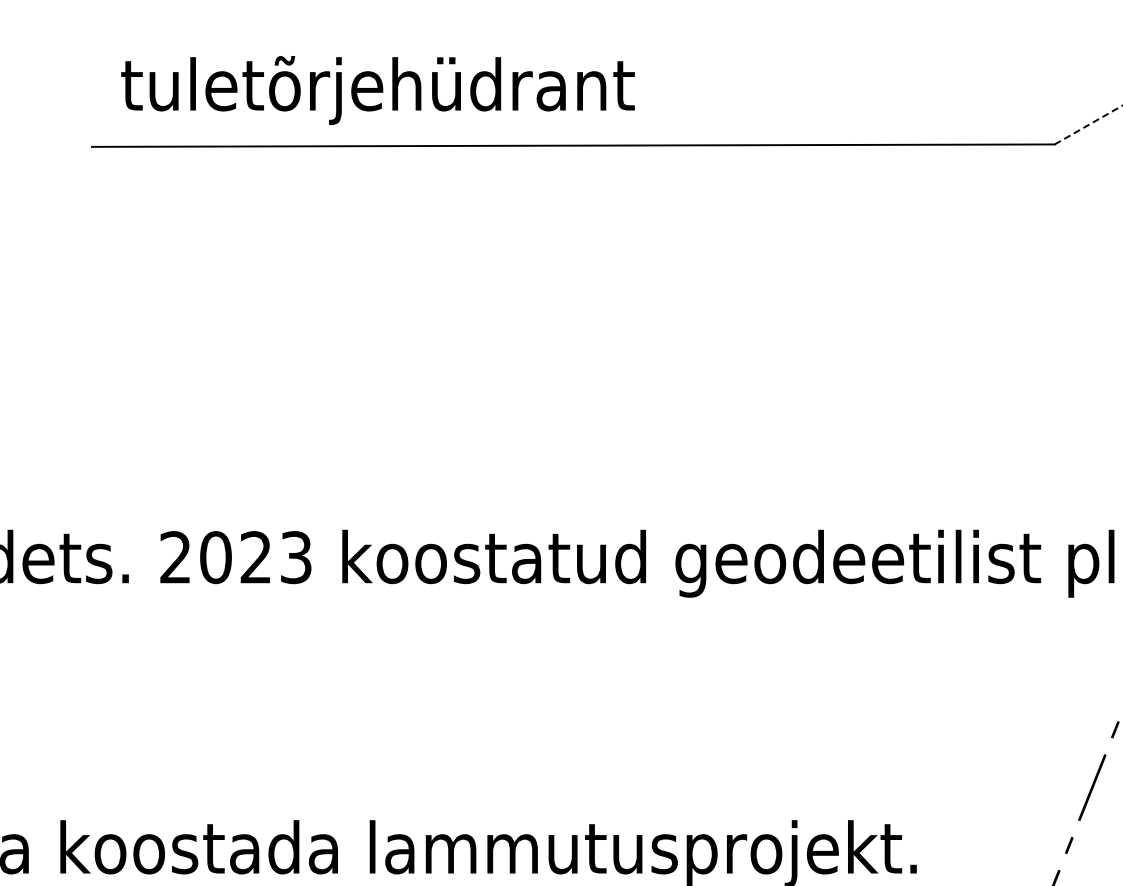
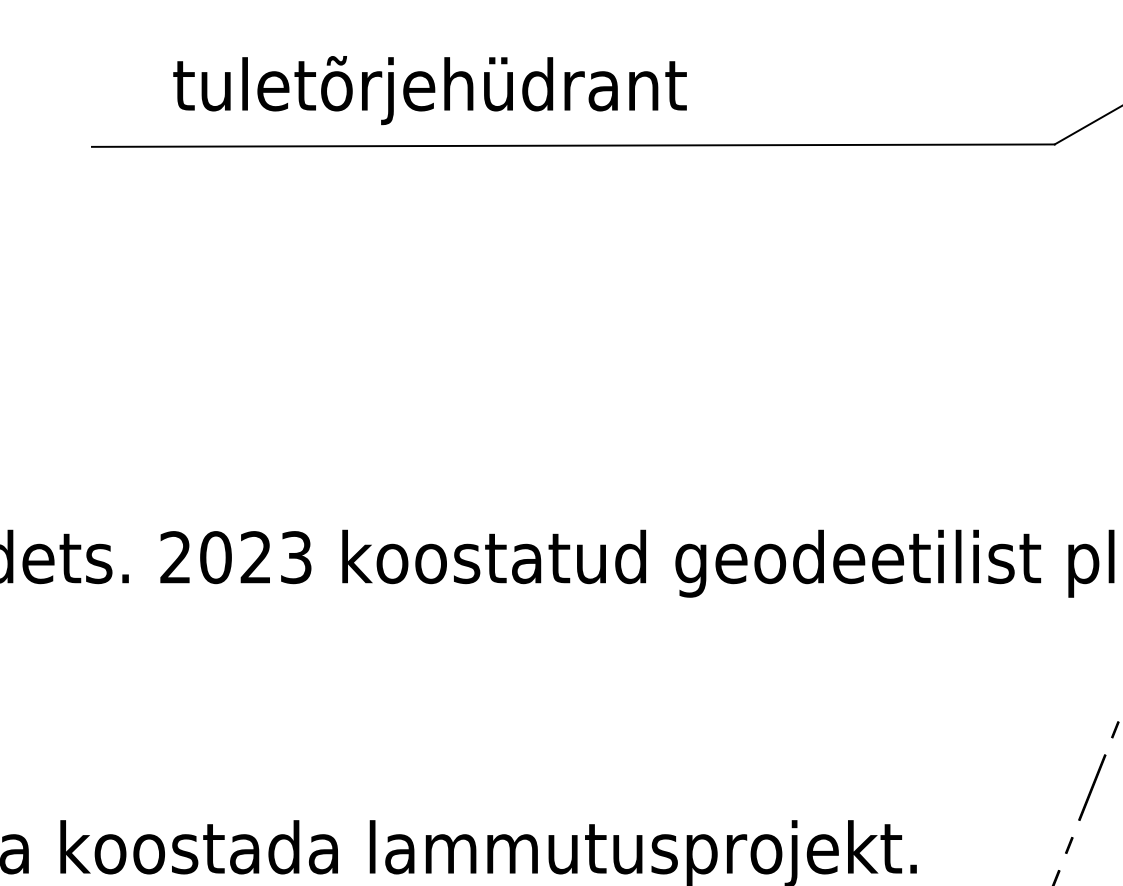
text at (377, 90) position: (377, 90) -> (429, 90)
line at (1088, 125): dashed -> solid
